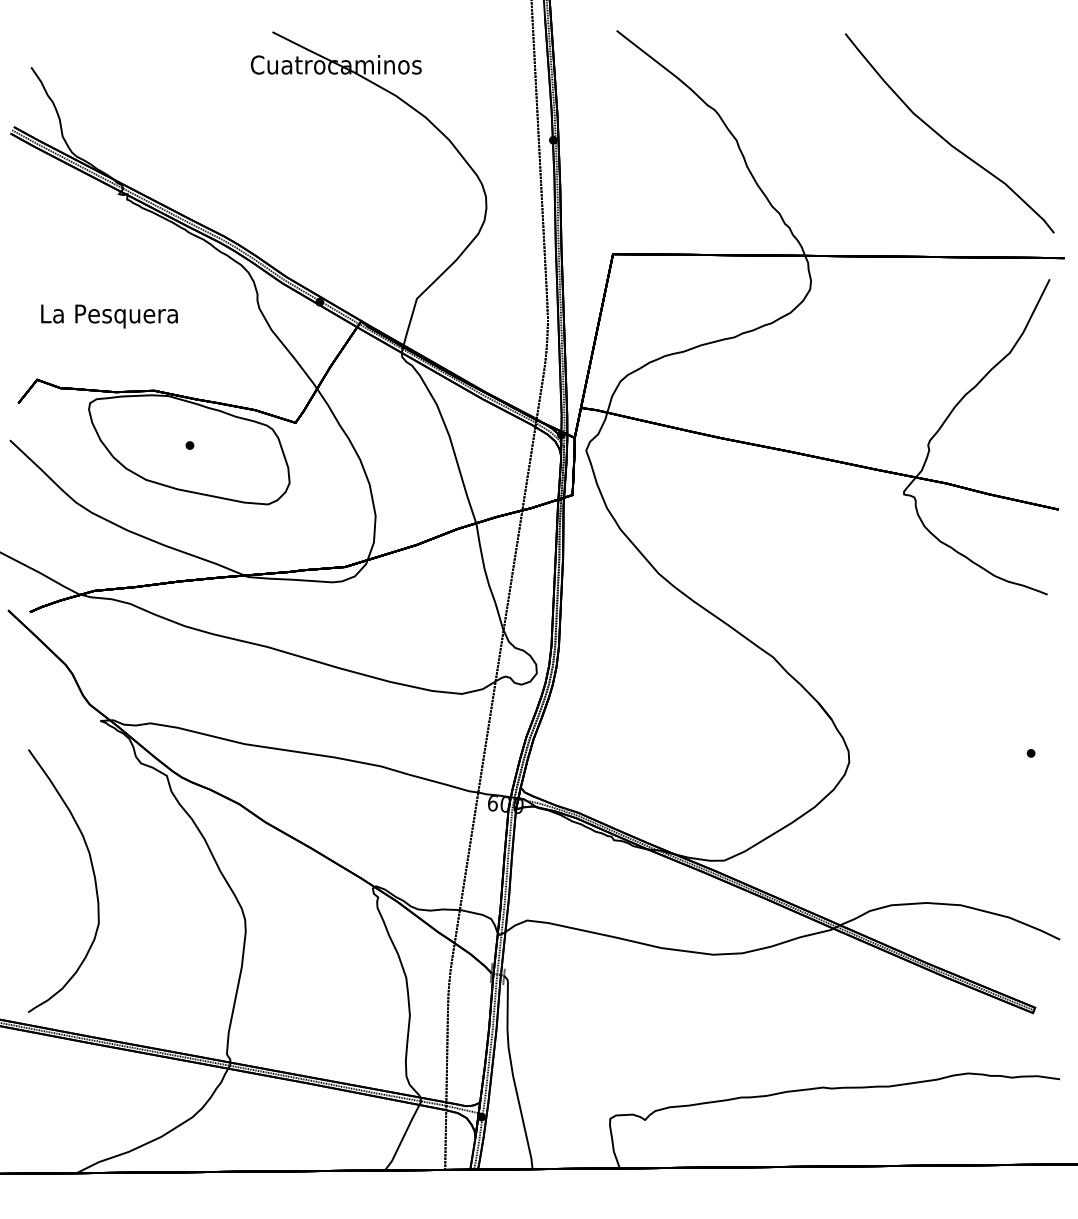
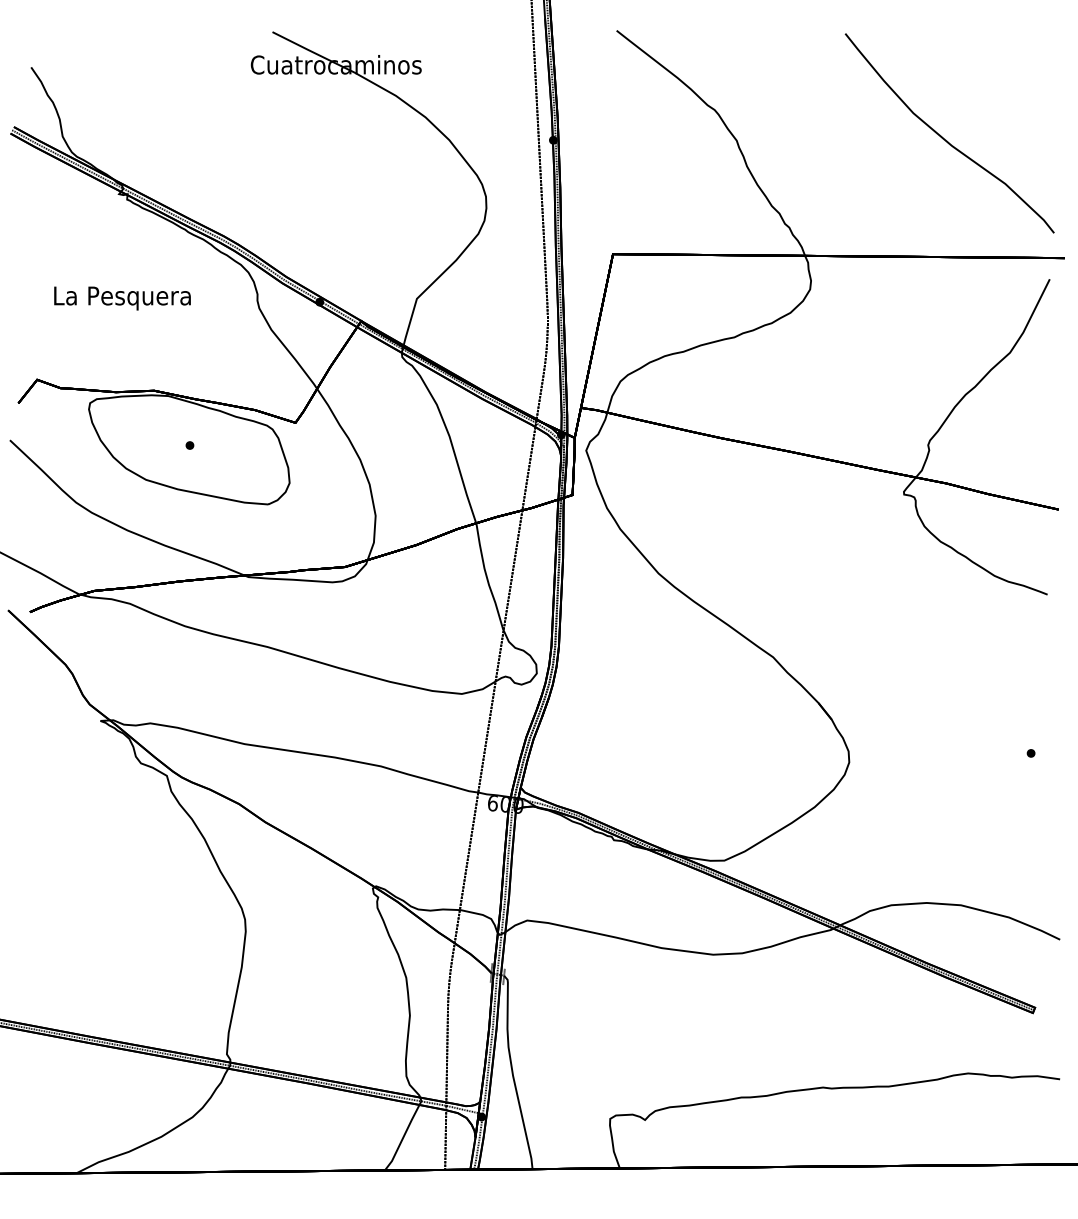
text at (109, 316) position: (109, 316) -> (122, 298)
curve at (92, 872): present -> none
